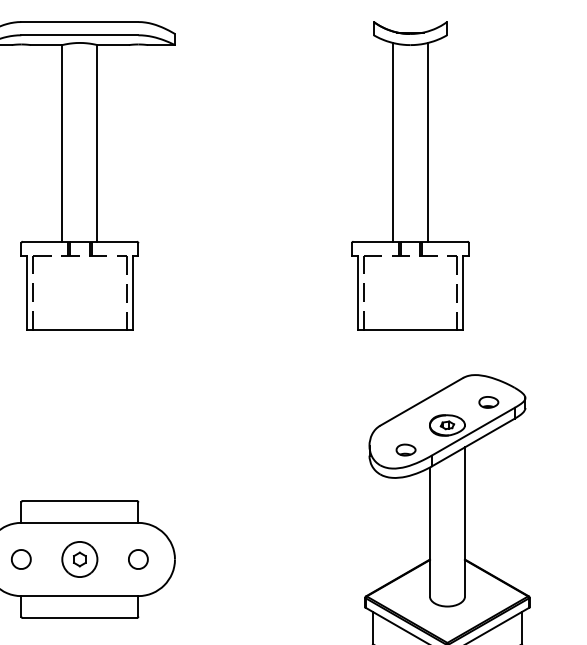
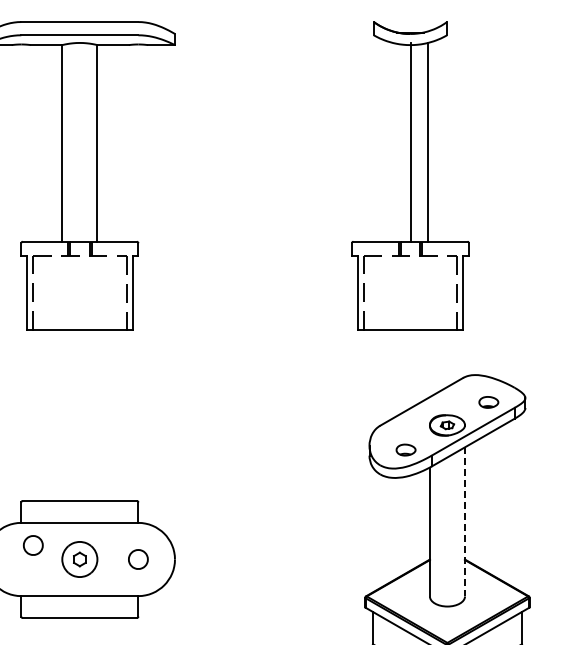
line at (392, 141) position: (392, 141) -> (410, 141)
line at (465, 521): solid -> dashed
part at (21, 559) position: (21, 559) -> (33, 545)
